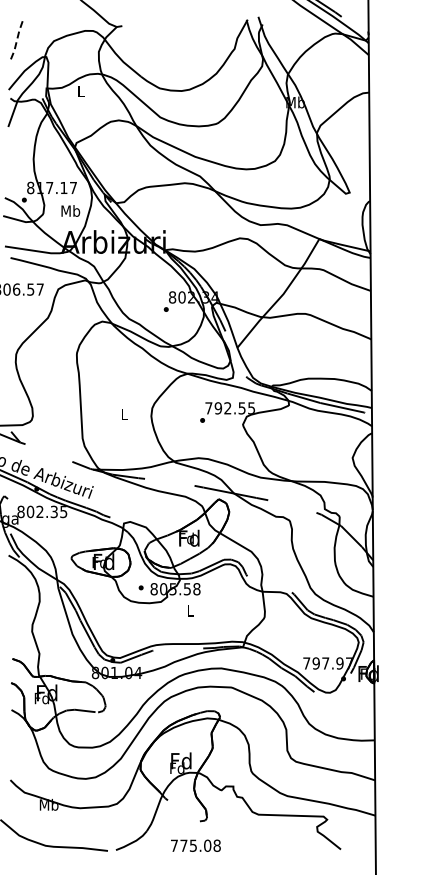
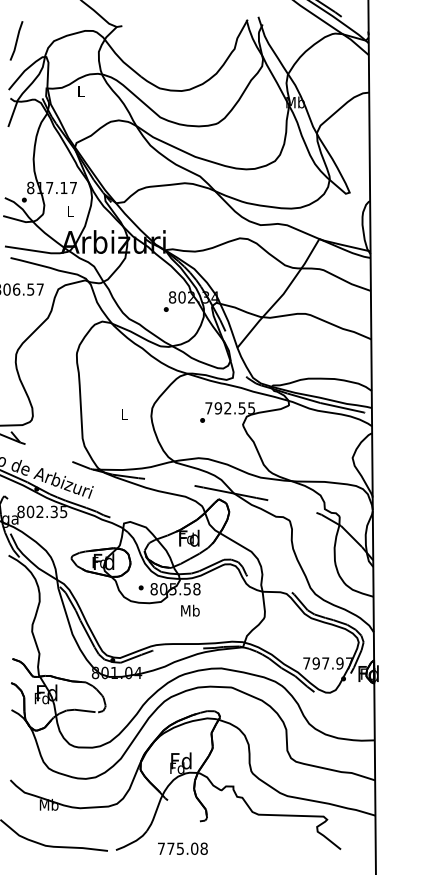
line at (16, 41): dashed -> solid
text at (70, 210): Mb -> L
text at (190, 610): L -> Mb
text at (195, 845) position: (195, 845) -> (182, 848)
